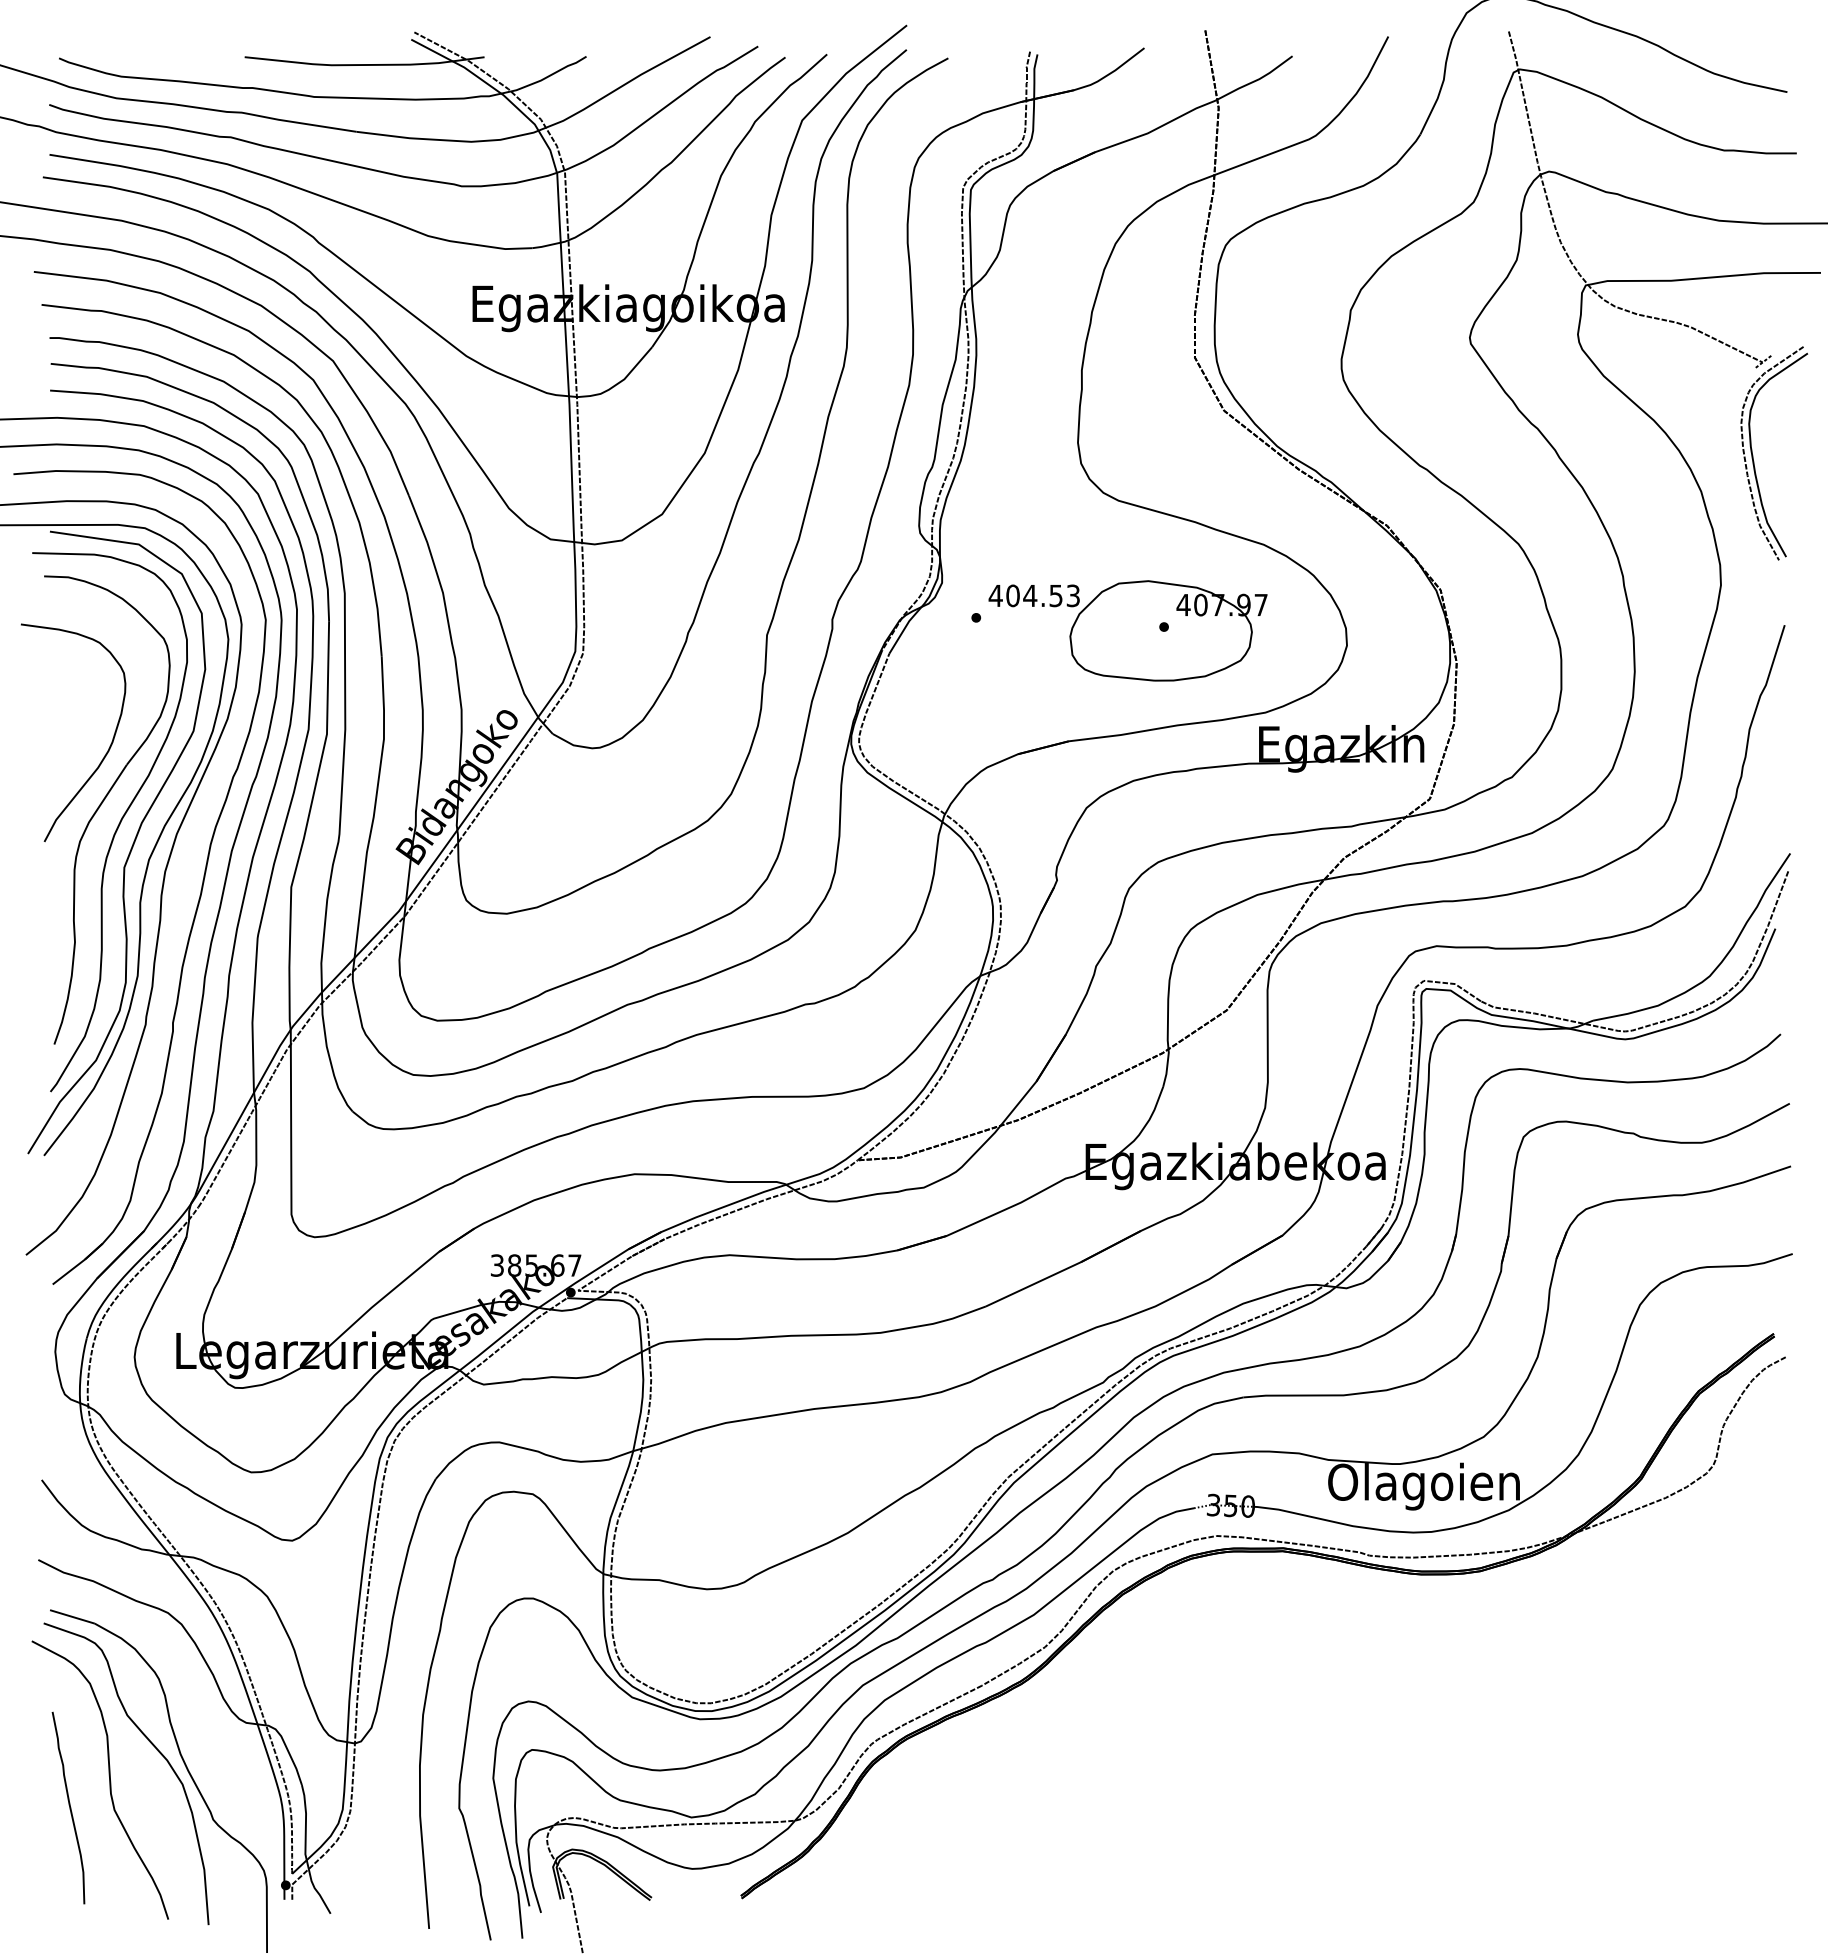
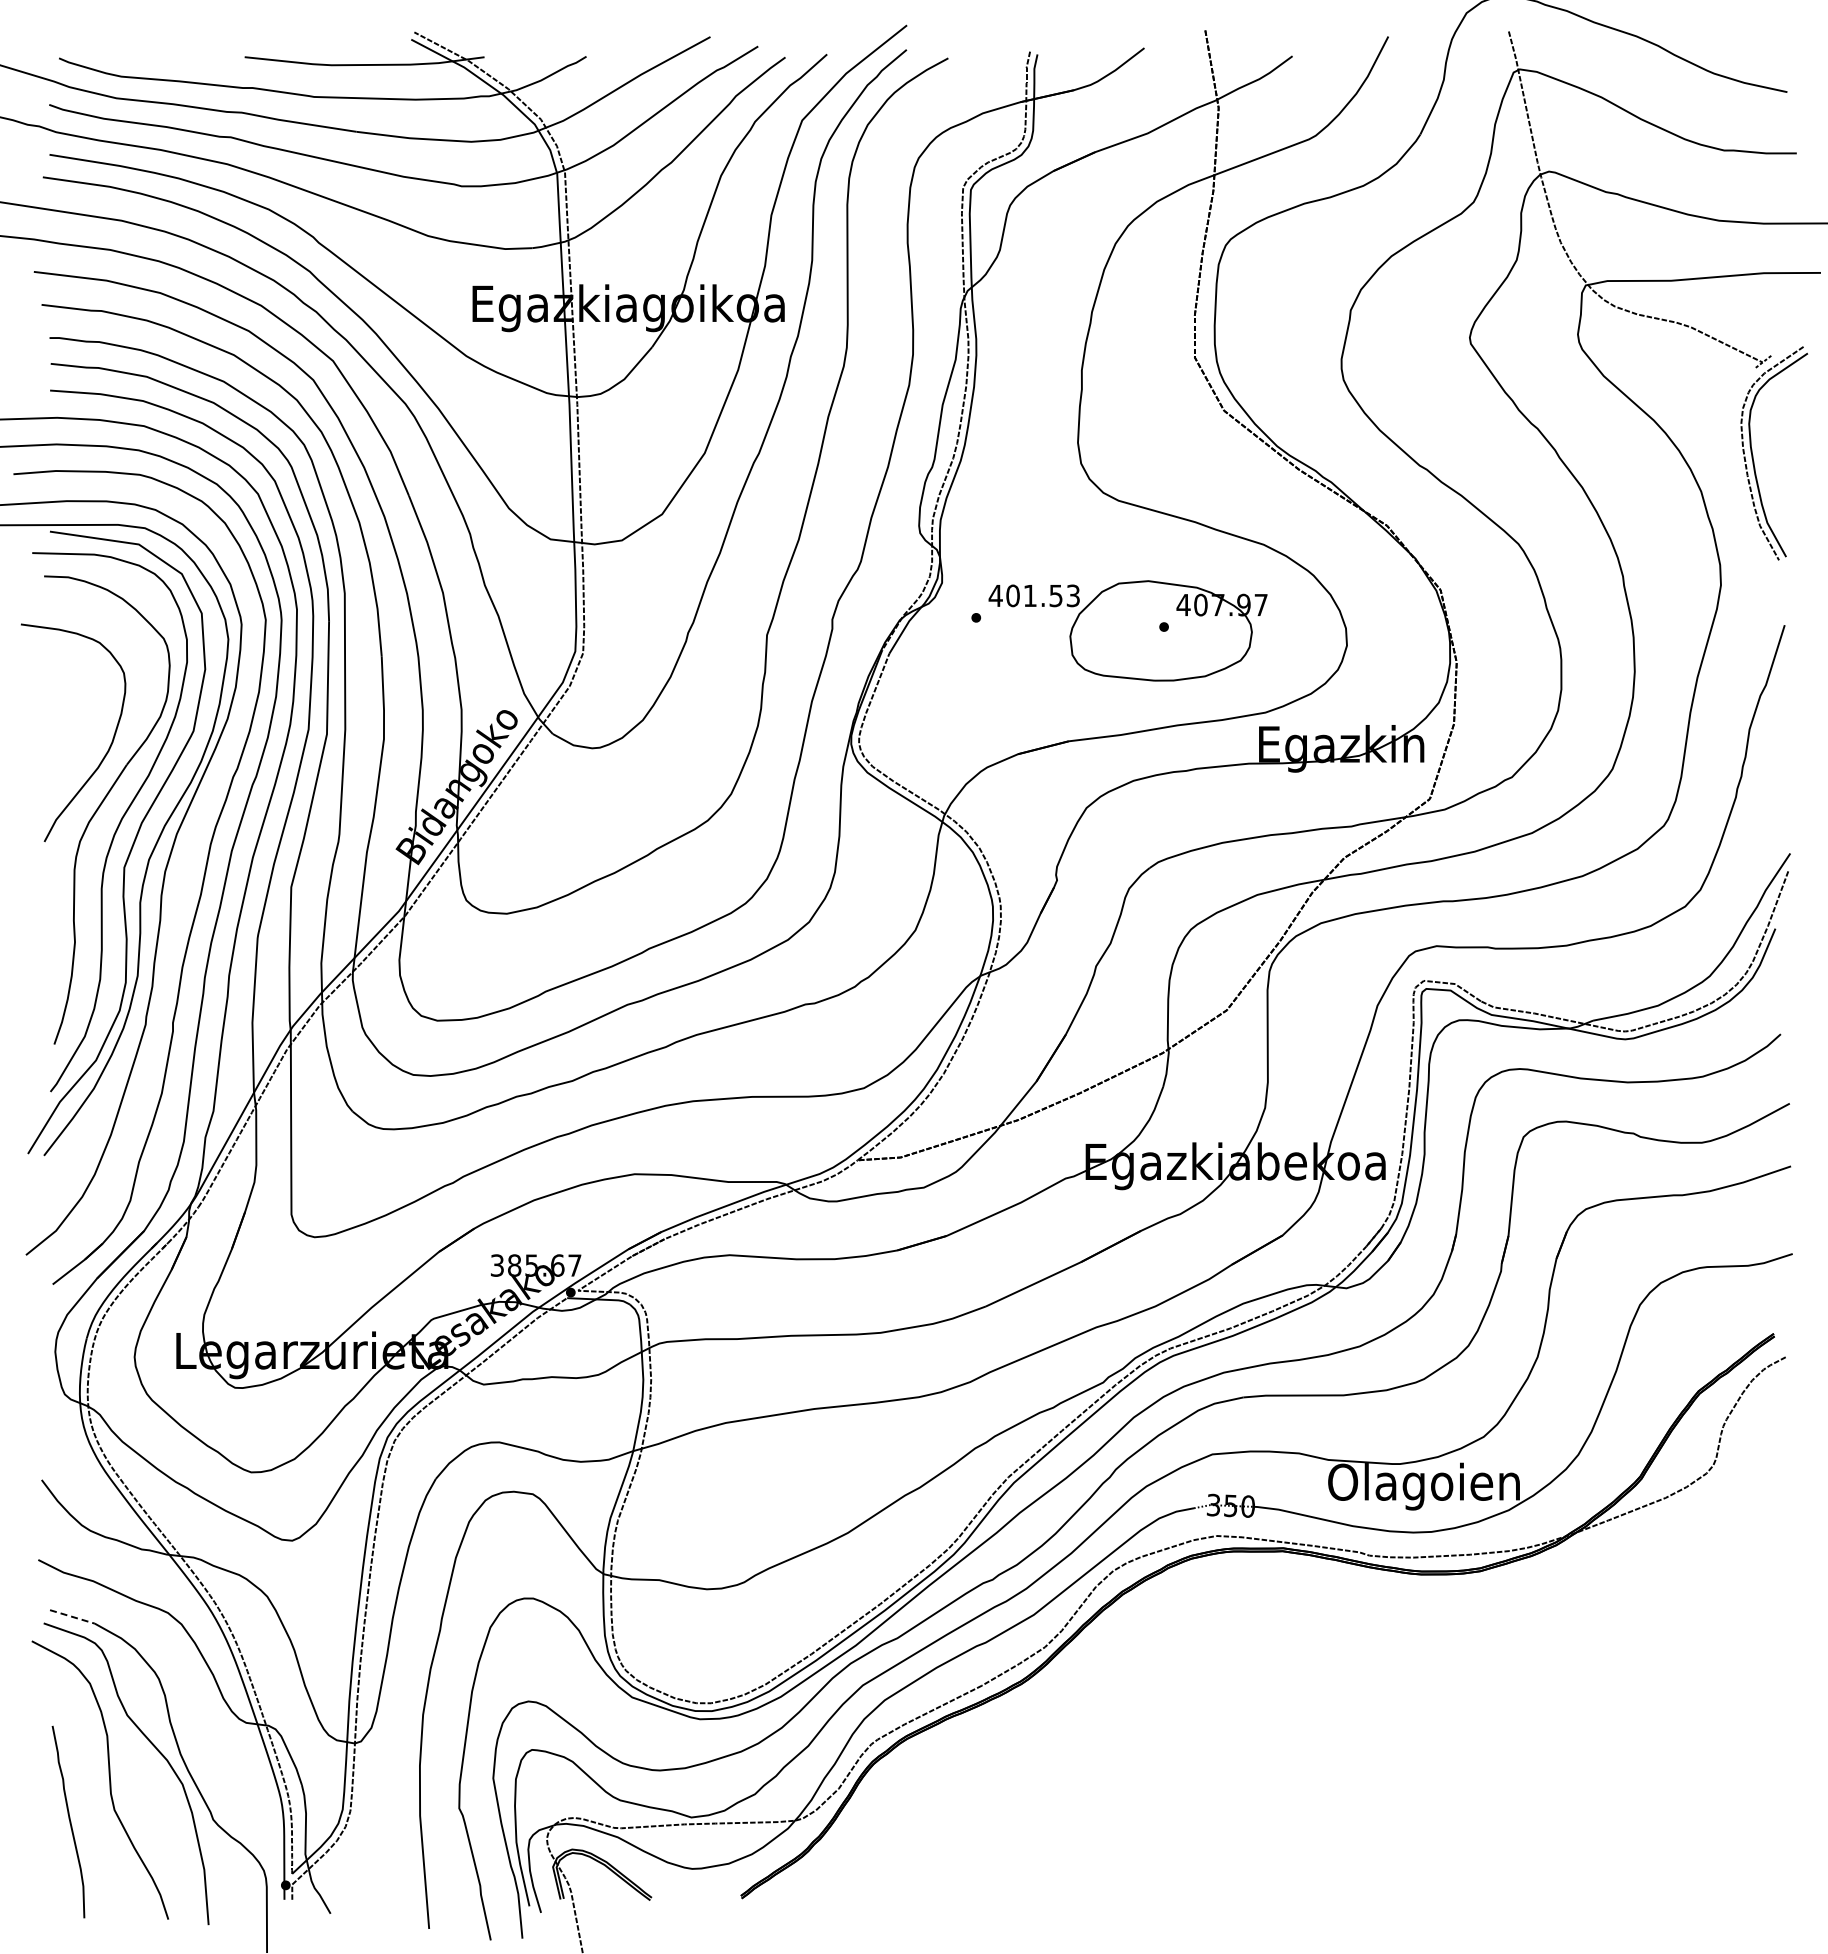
text at (1030, 595): 404.53 -> 401.53
line at (72, 1617): solid -> dashed
curve at (69, 1807) position: (69, 1807) -> (69, 1821)
